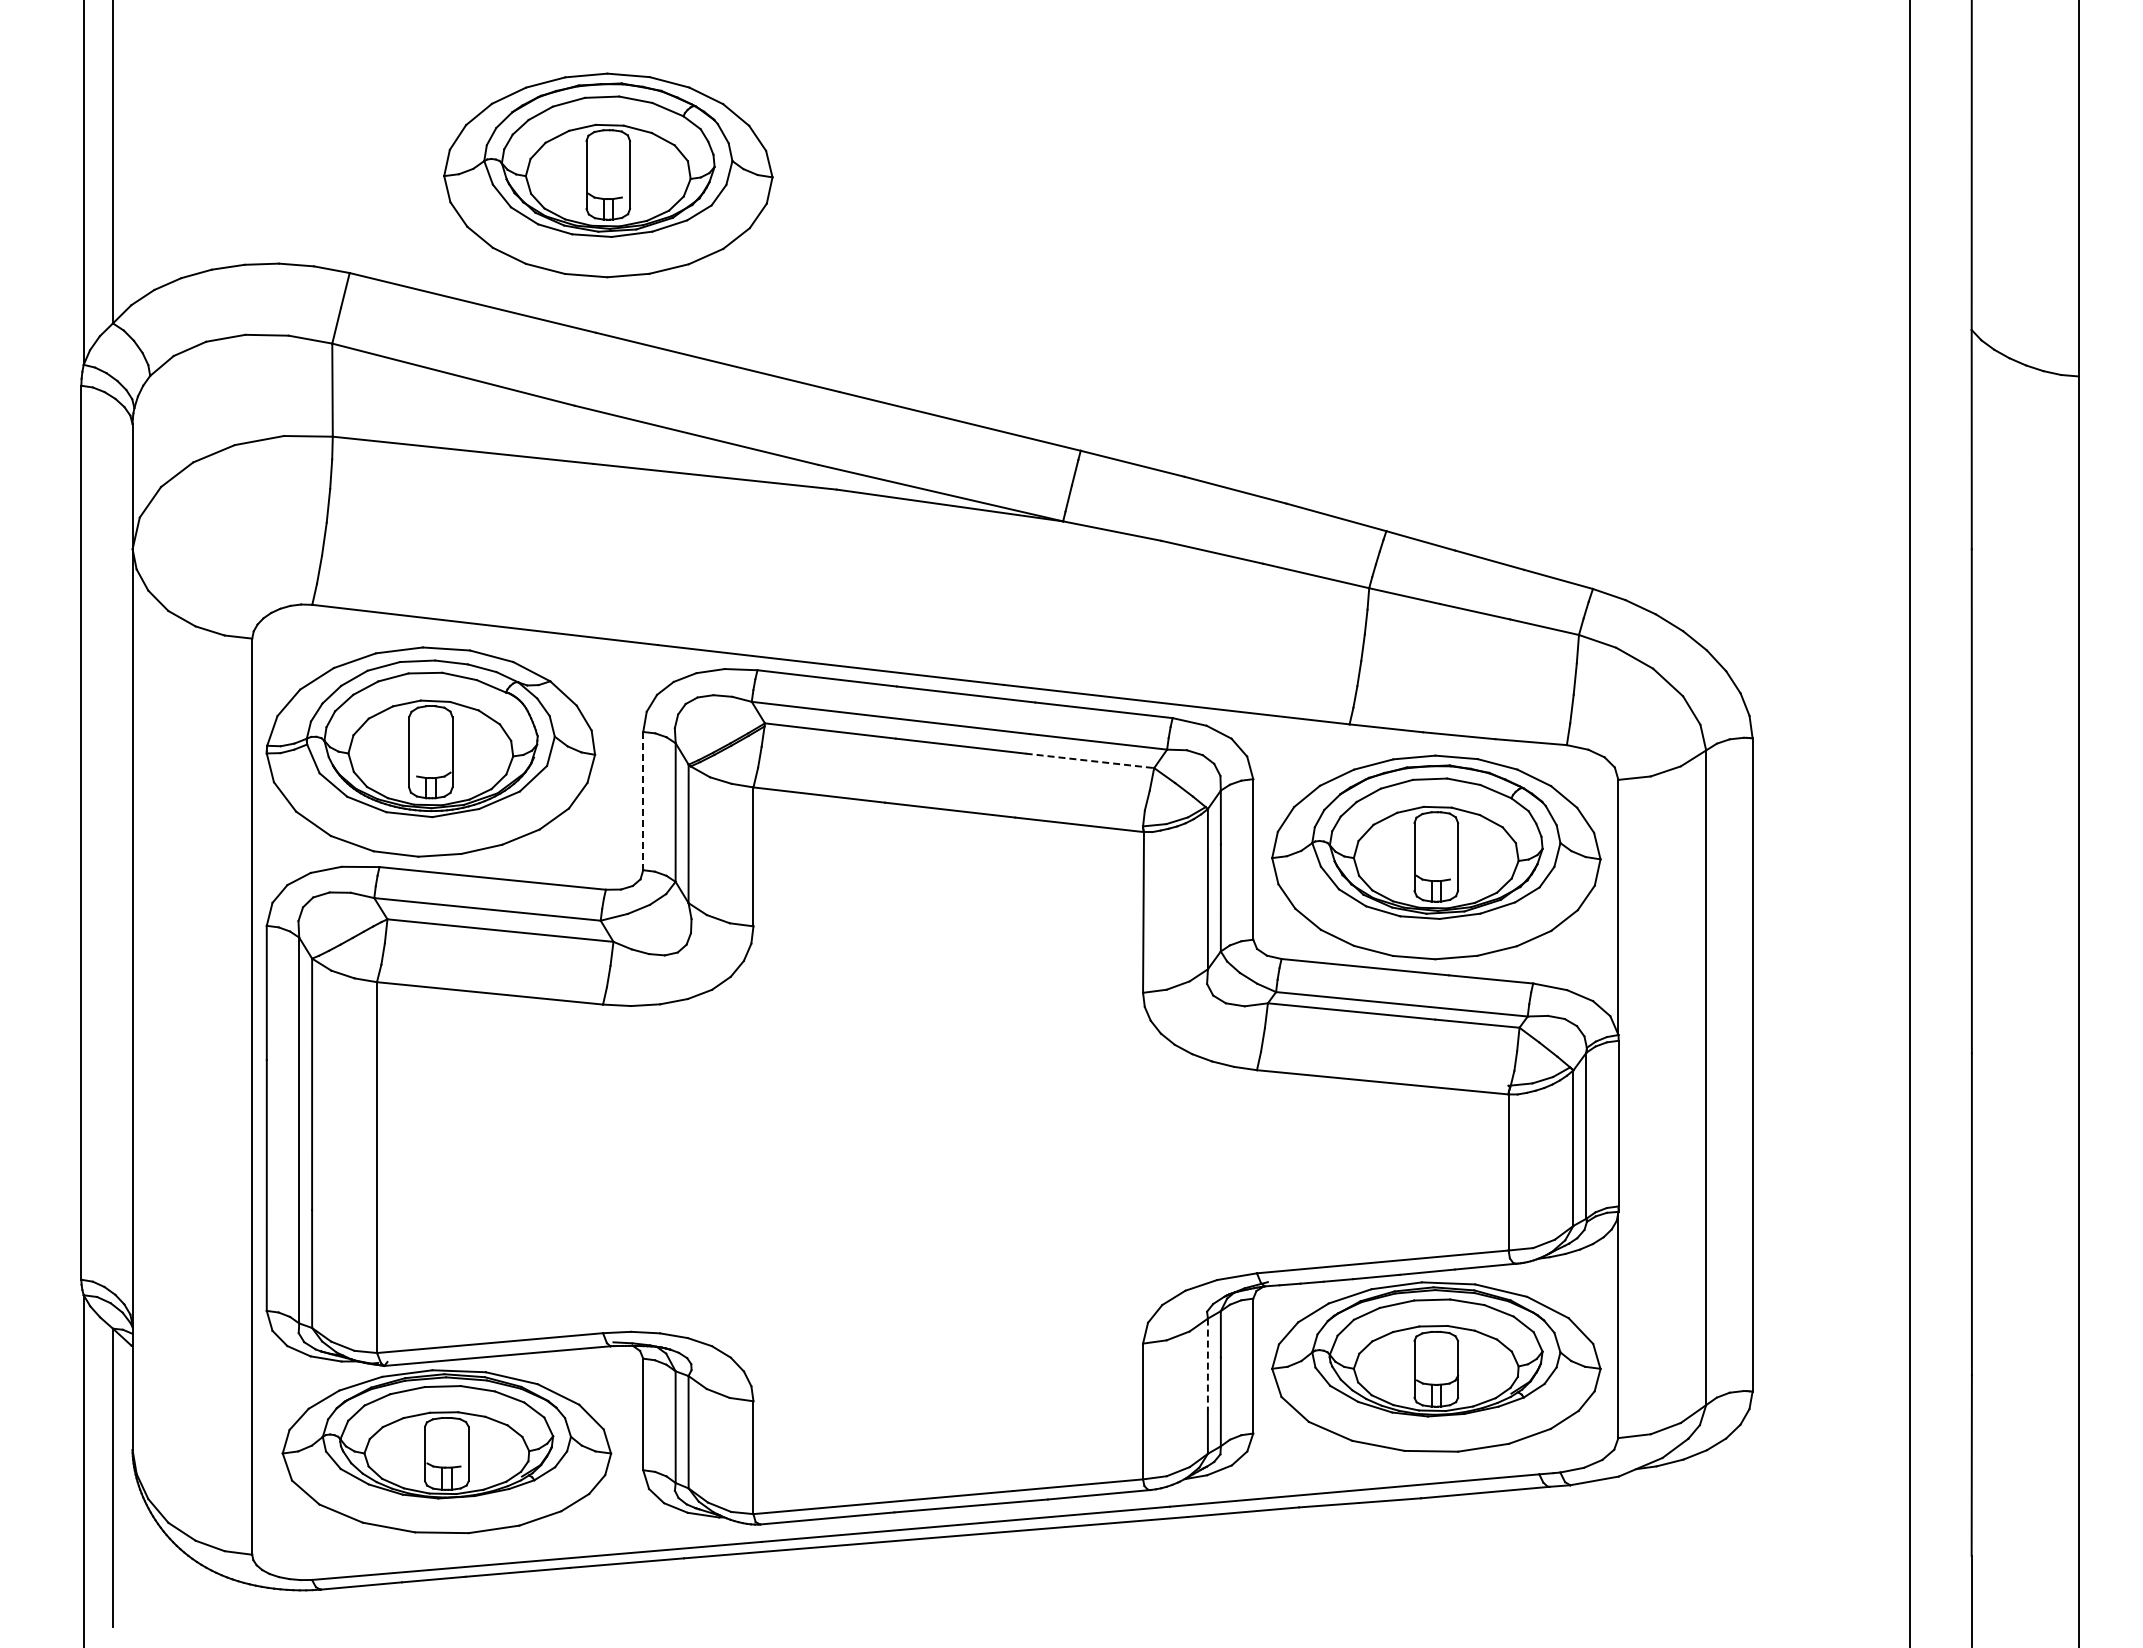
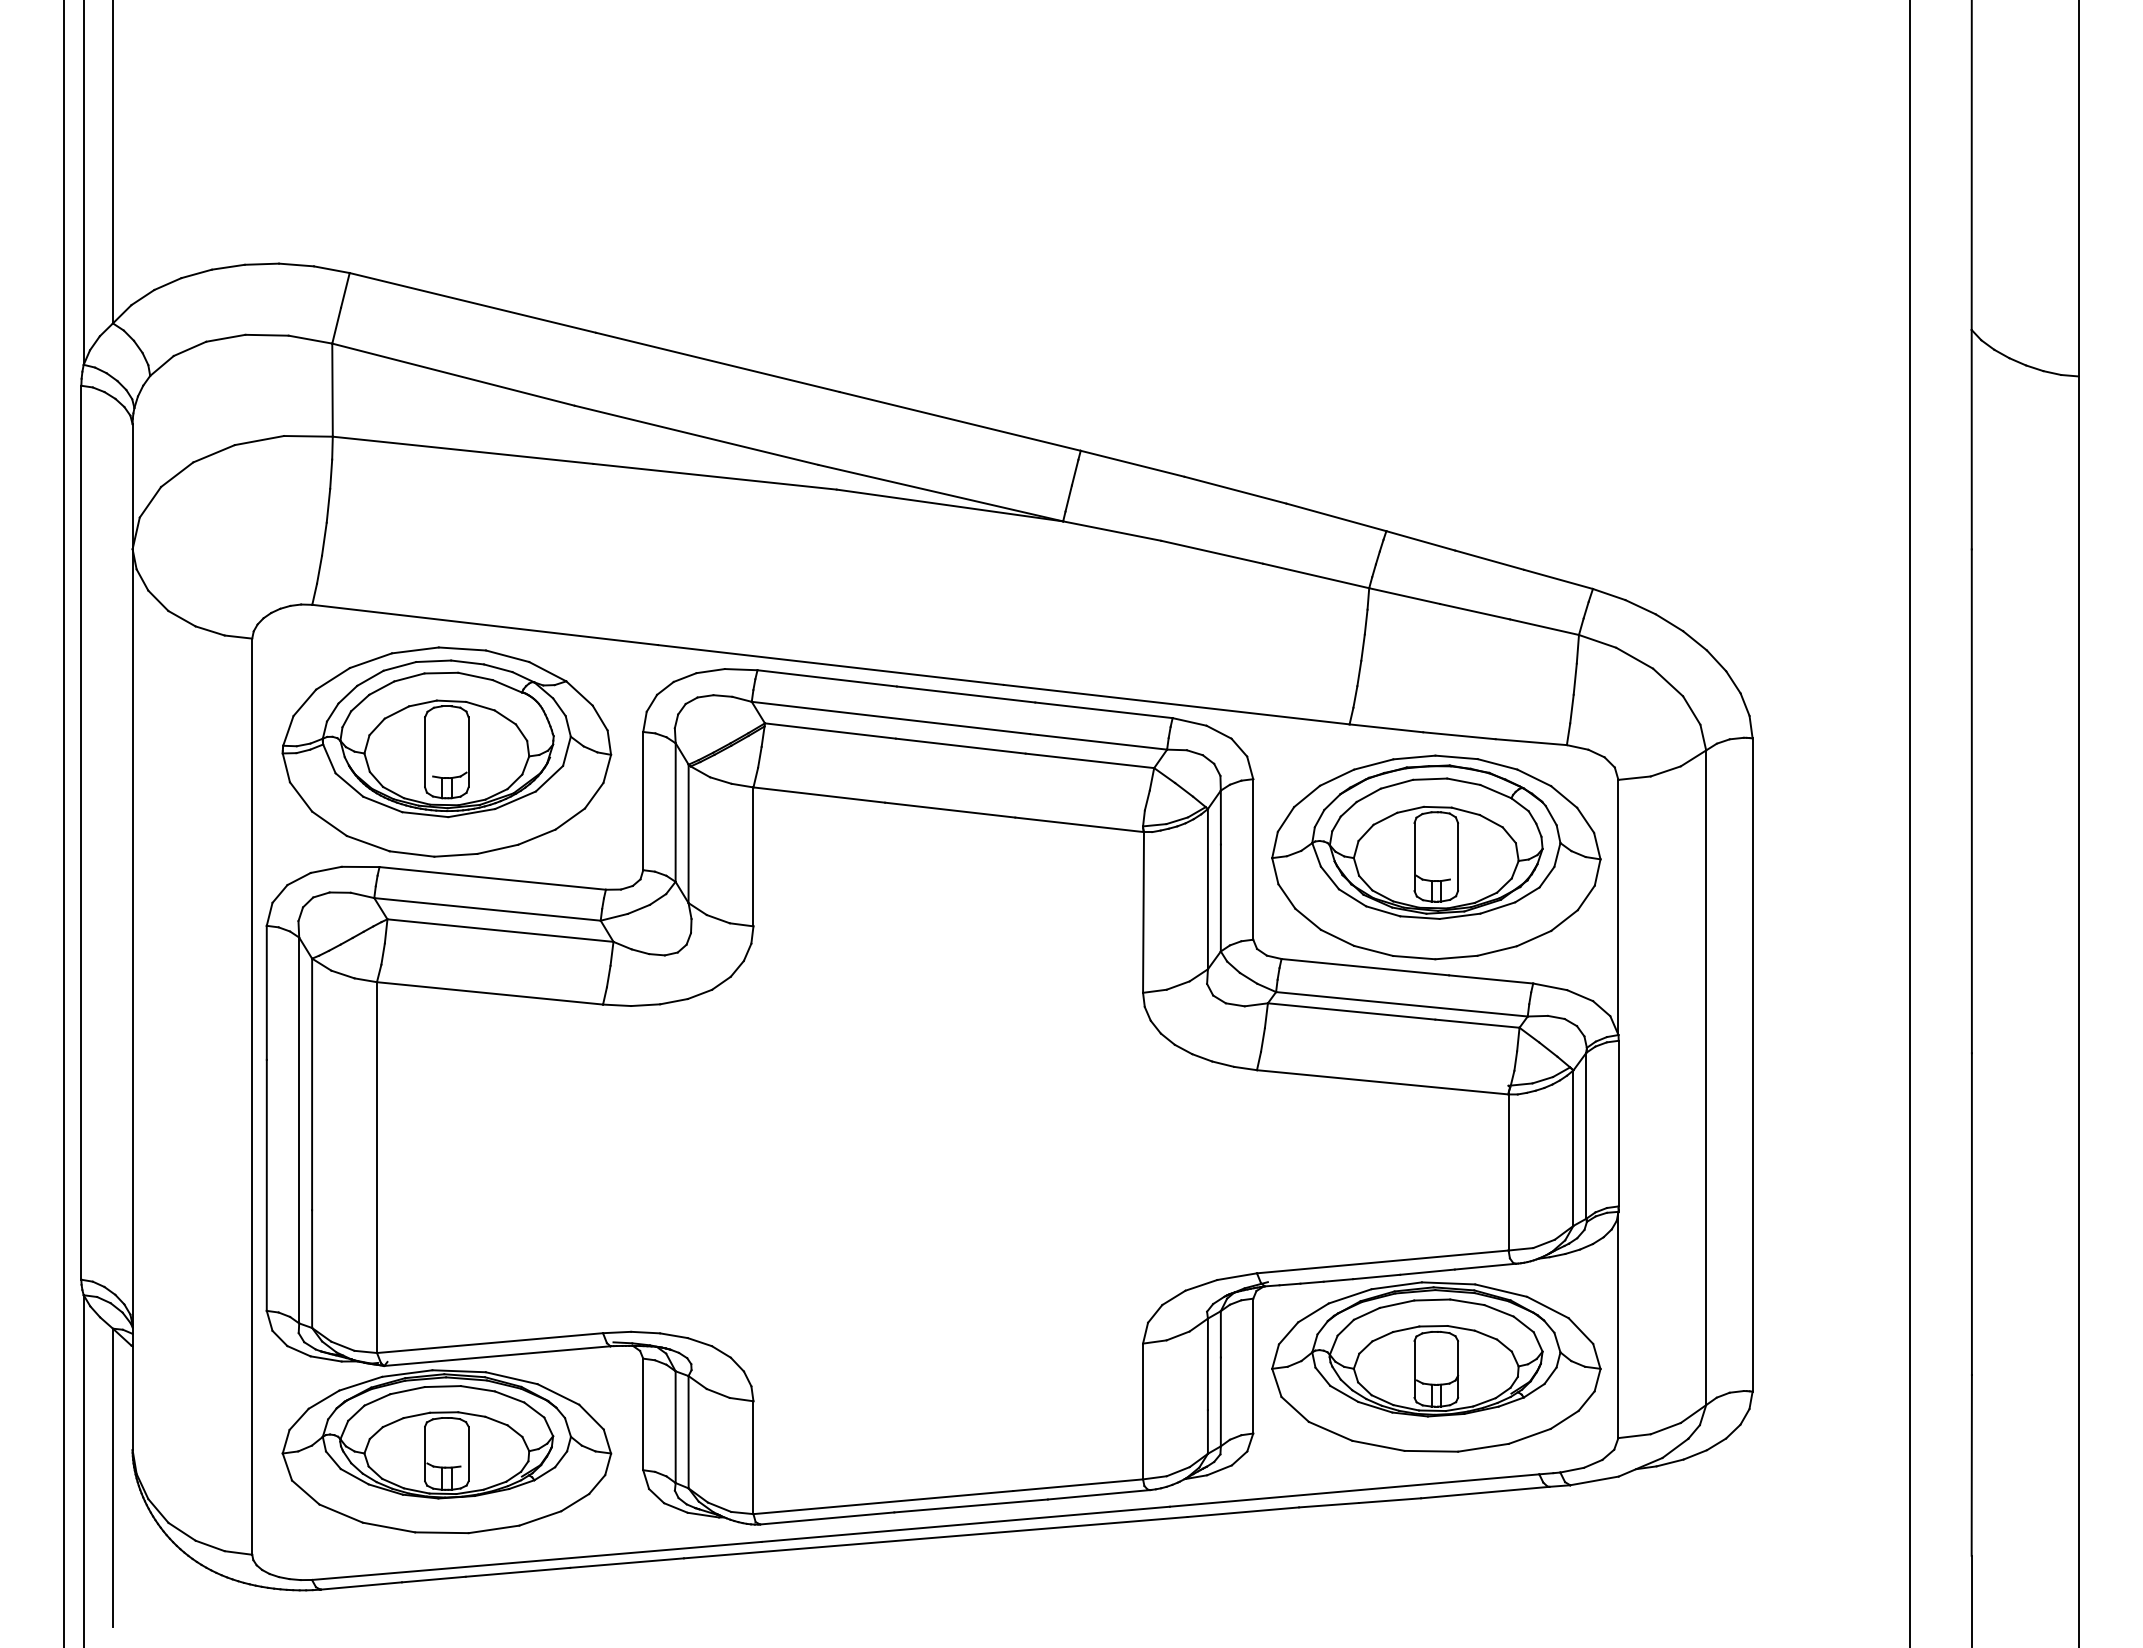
part at (608, 175): present -> none
part at (430, 751) position: (430, 751) -> (446, 751)
line at (1089, 760): dashed -> solid
line at (643, 801): dashed -> solid
line at (64, 823): none -> present
line at (1207, 1364): dashed -> solid
